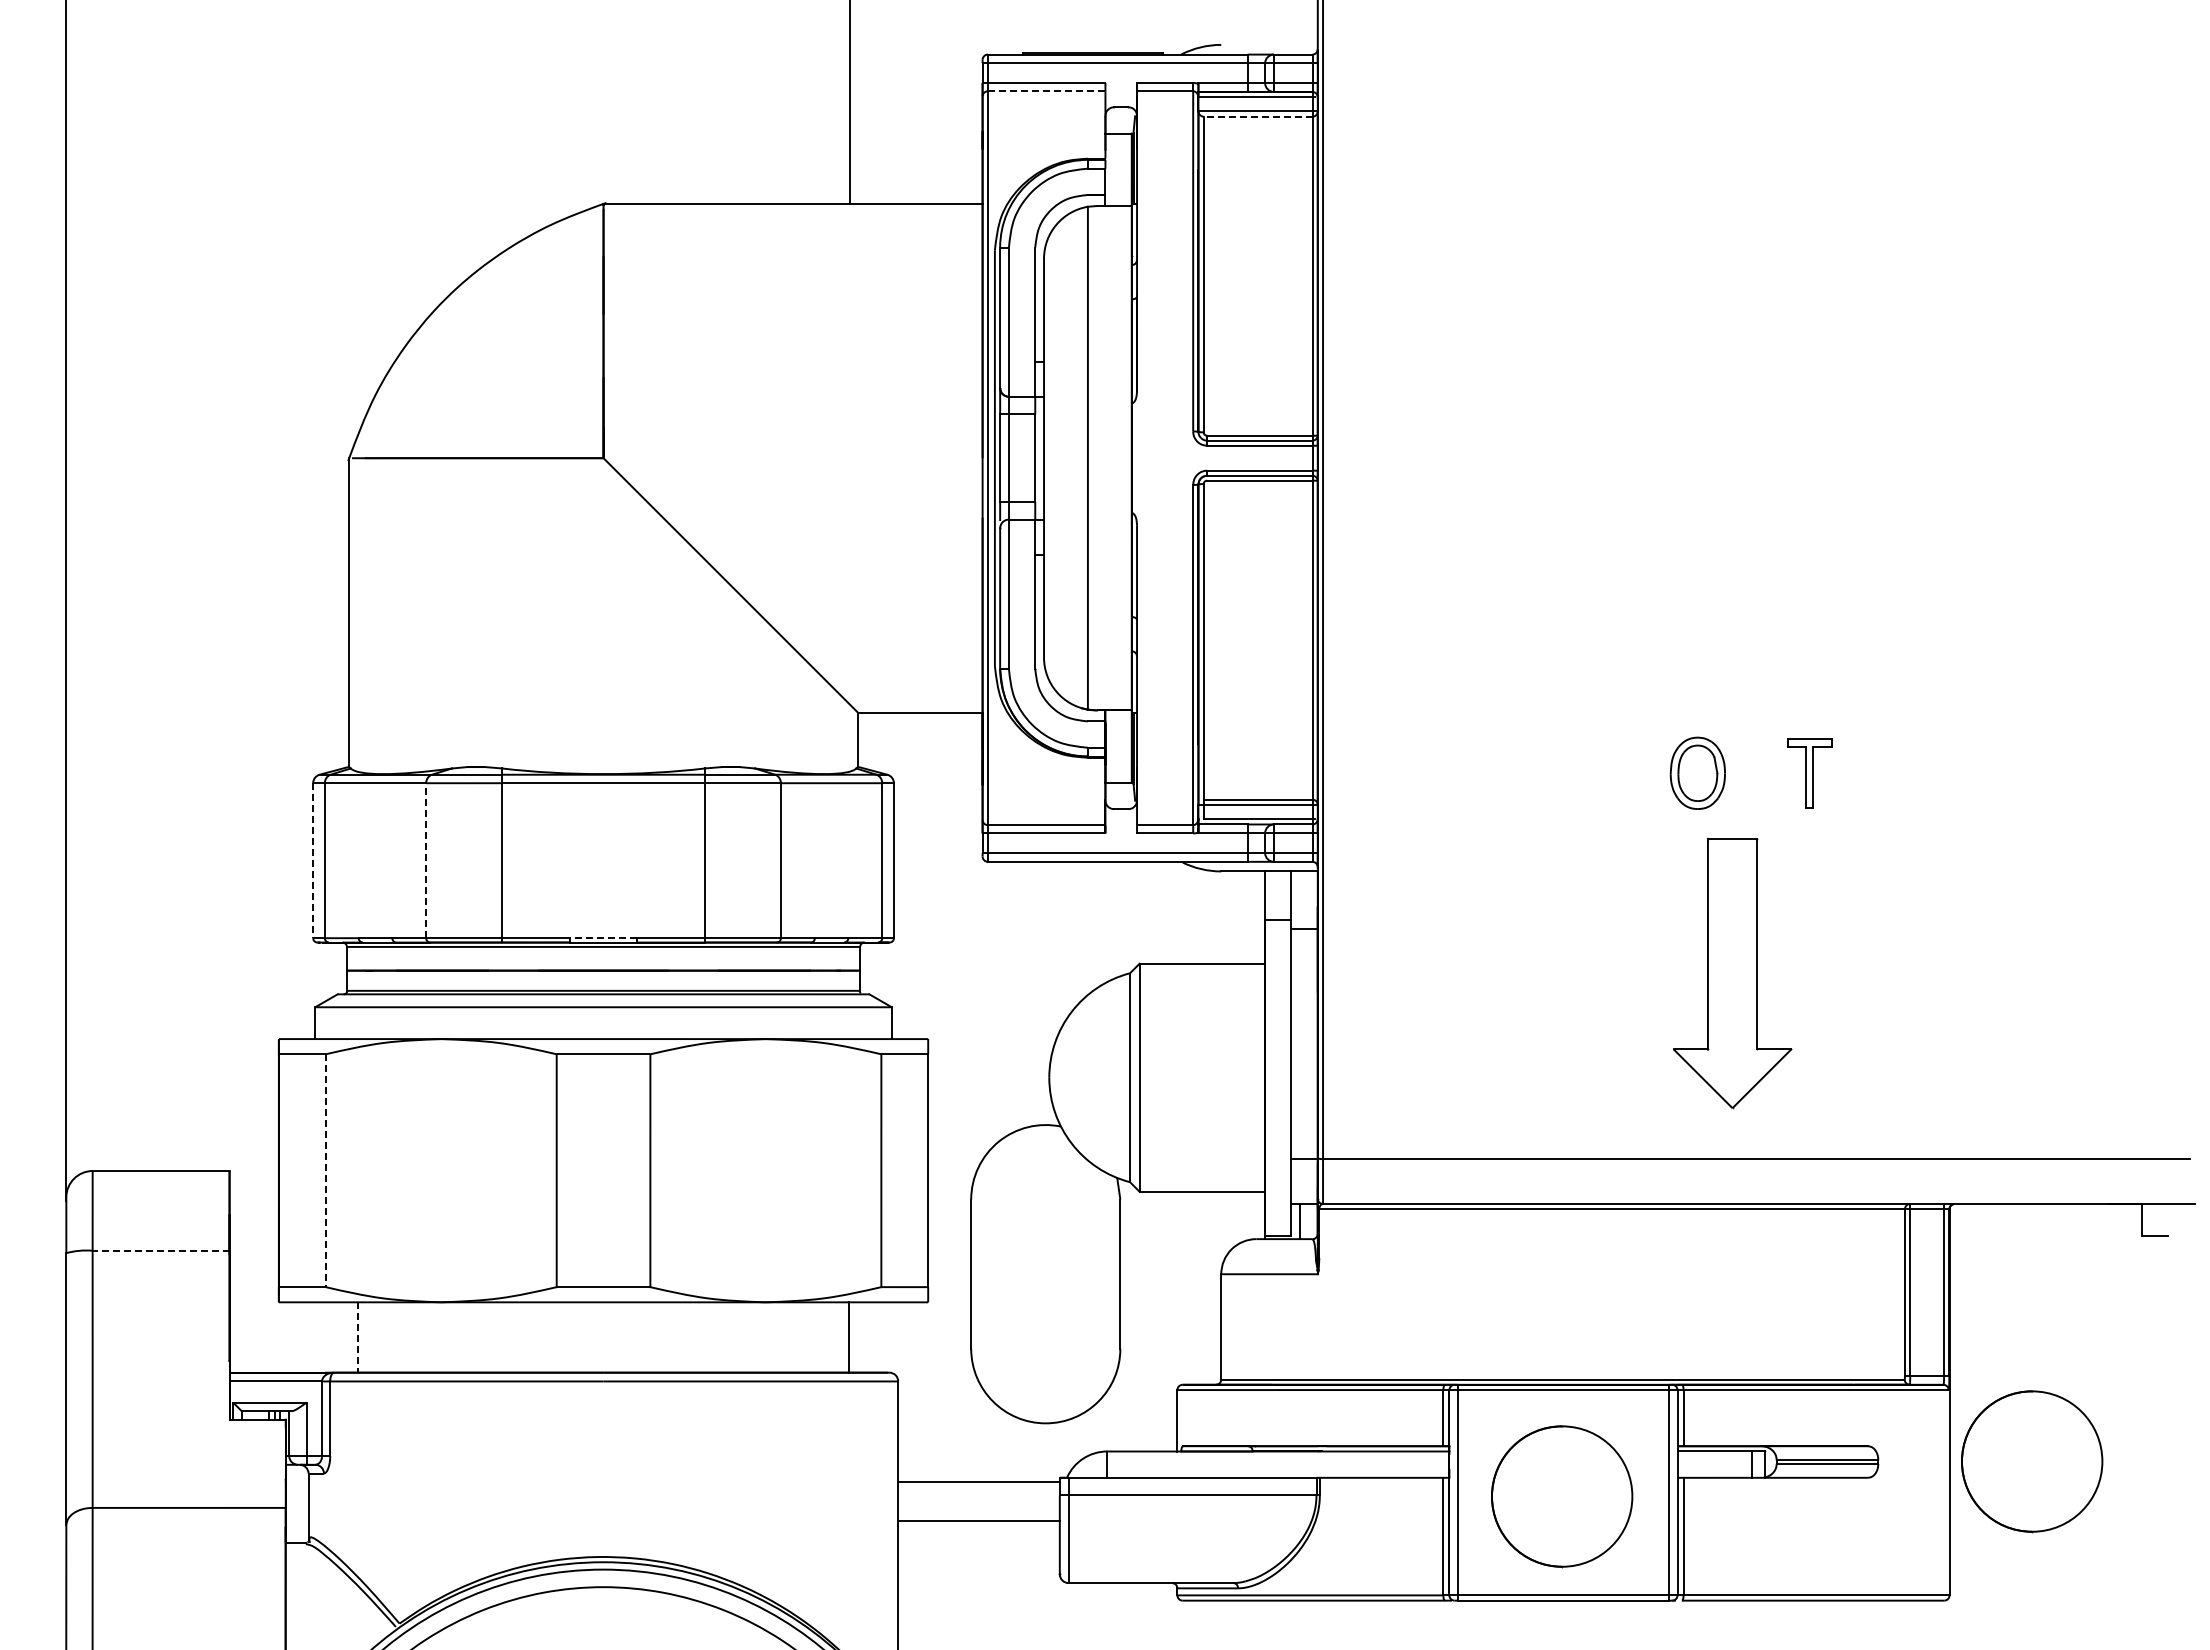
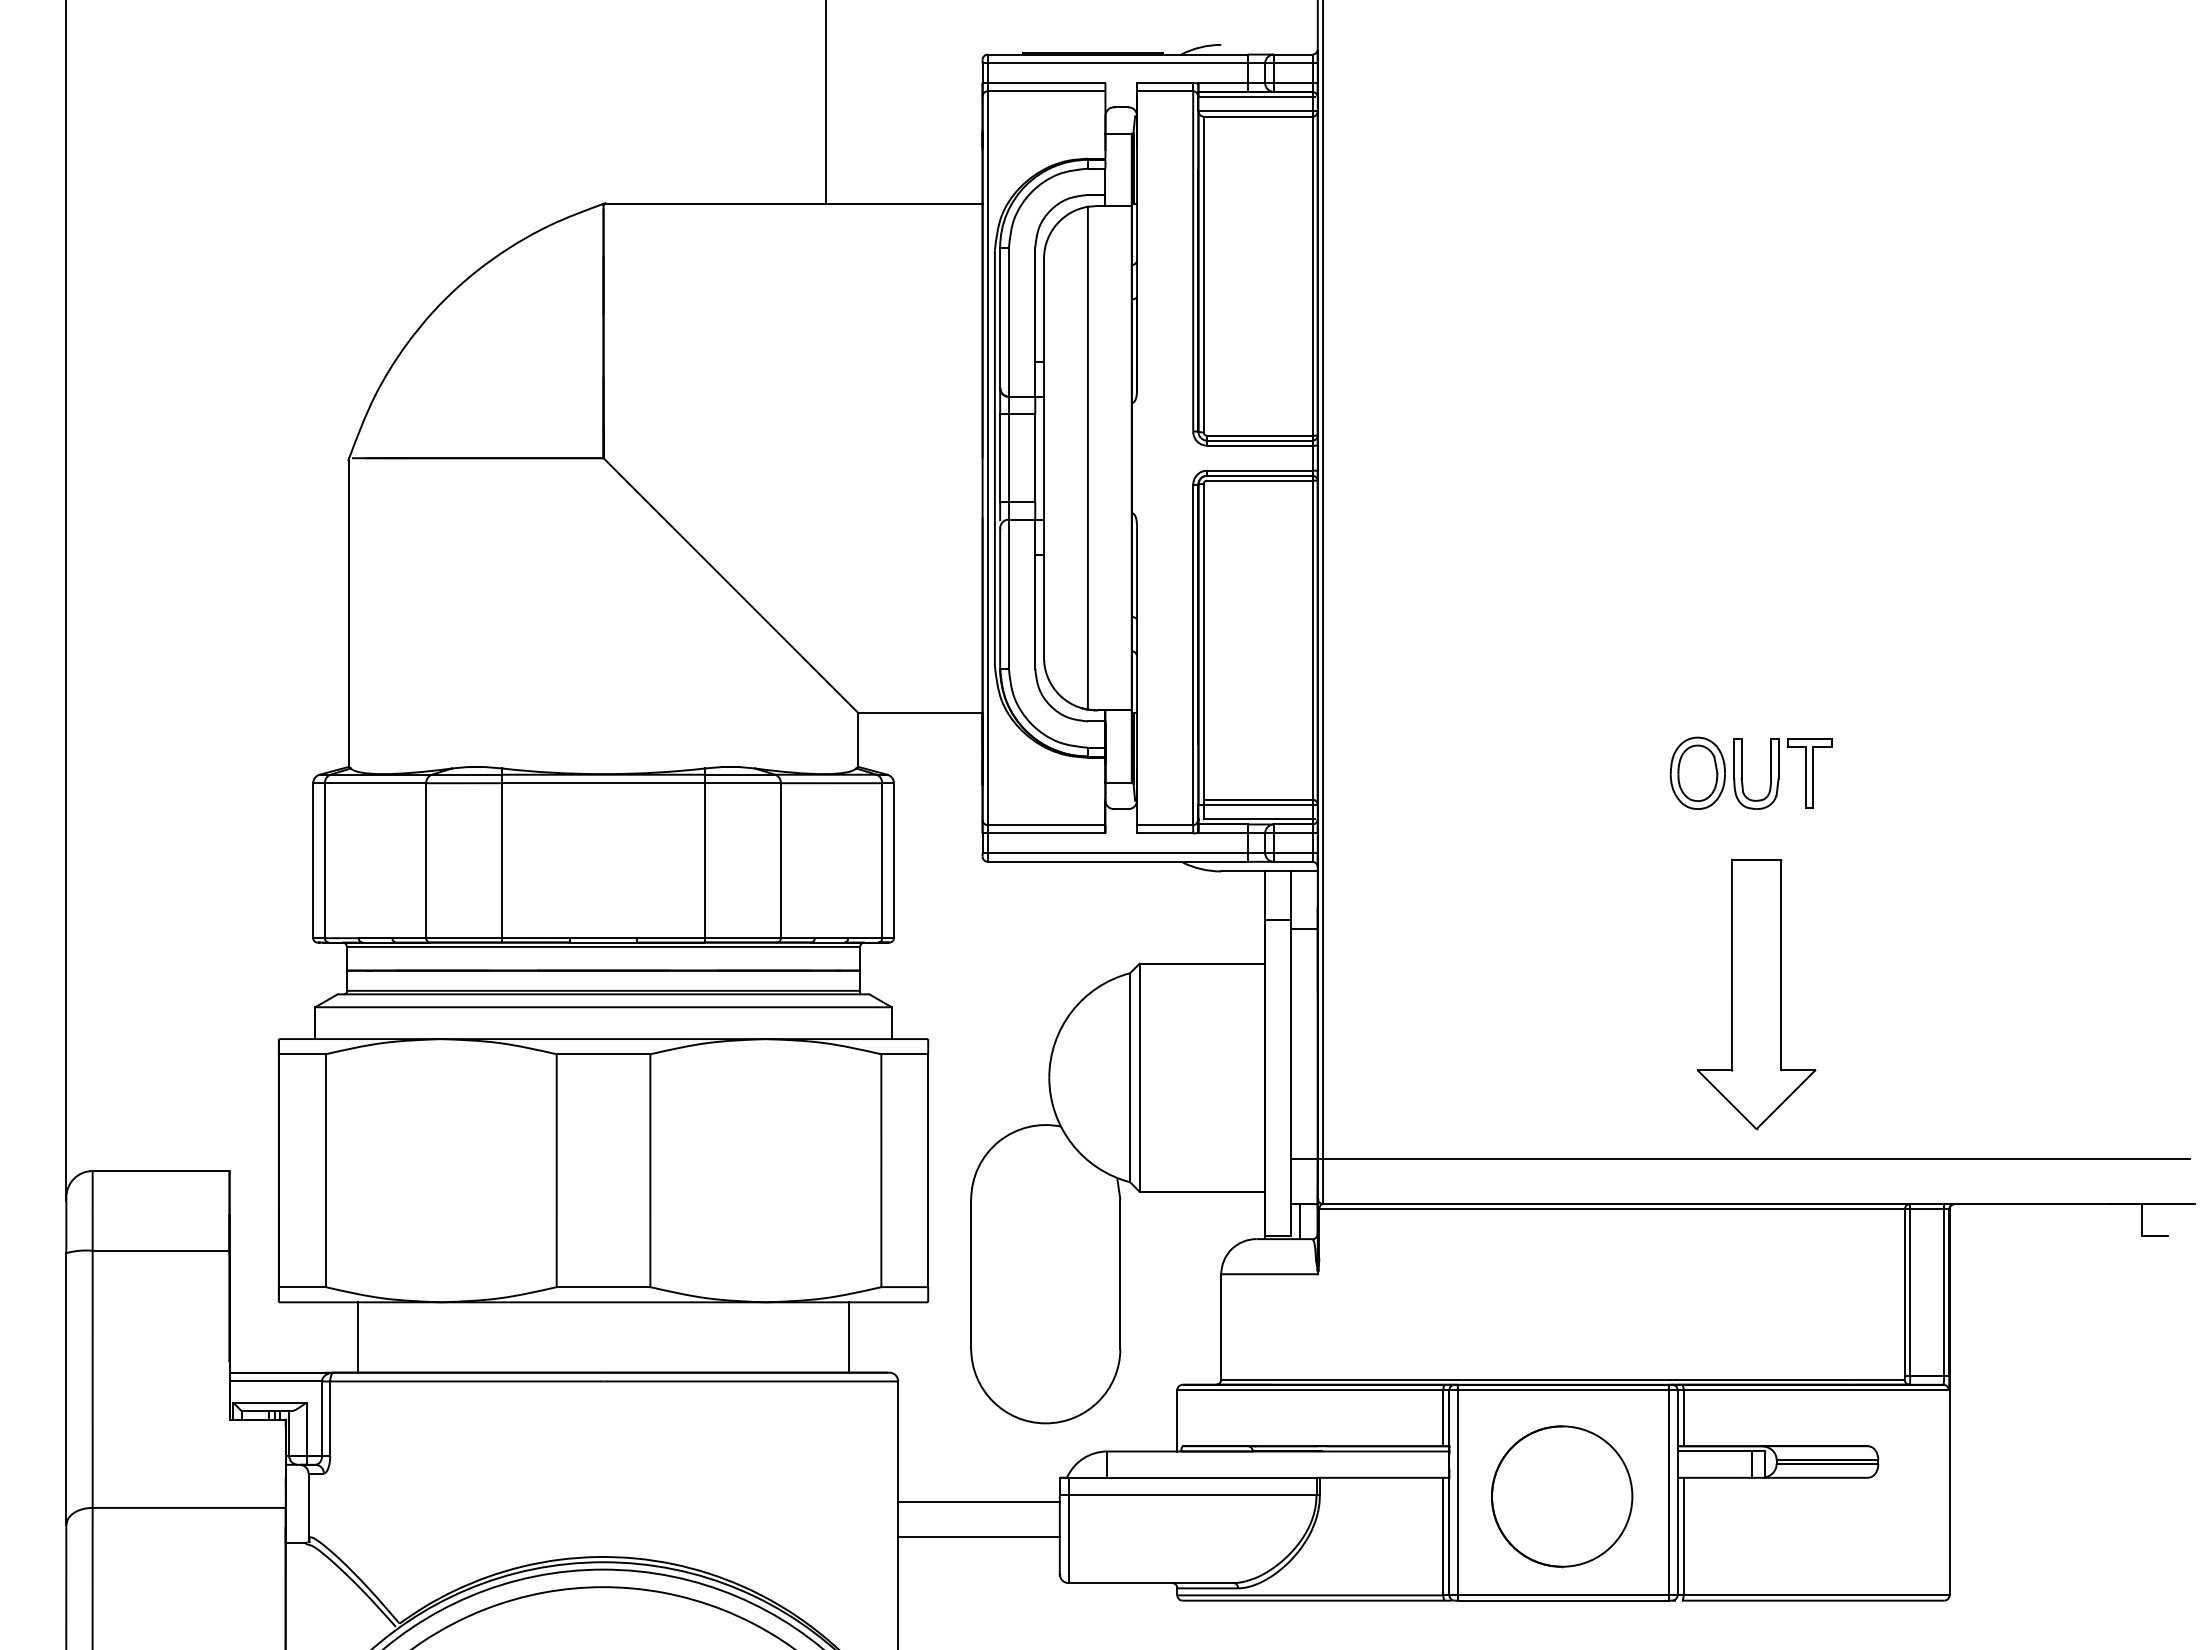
line at (1046, 91): dashed -> solid
line at (850, 102) position: (850, 102) -> (826, 102)
line at (1257, 116): dashed -> solid
part at (1742, 773): none -> present
line at (426, 860): dashed -> solid
line at (313, 861): dashed -> solid
line at (603, 938): dashed -> solid
part at (1732, 973) position: (1732, 973) -> (1756, 994)
line at (325, 1171): dashed -> solid
line at (160, 1250): dashed -> solid
line at (357, 1338): dashed -> solid
part at (2032, 1461): present -> none
line at (978, 1482) position: (978, 1482) -> (978, 1502)
line at (978, 1521) position: (978, 1521) -> (978, 1537)
